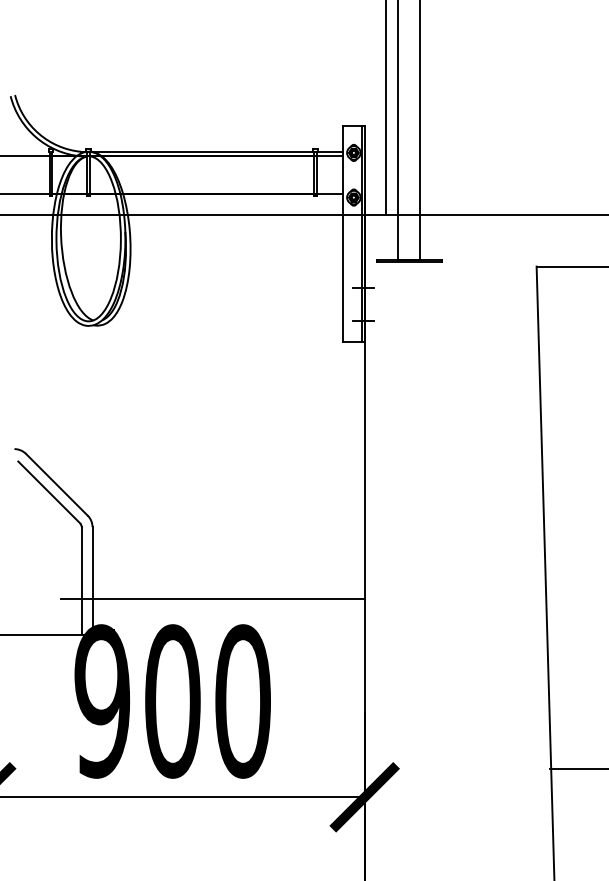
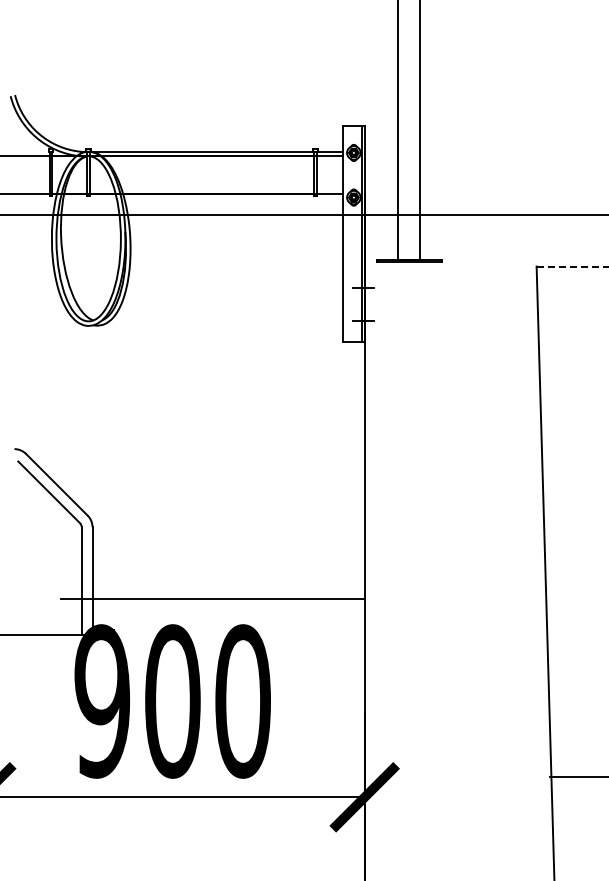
line at (386, 108): present -> none
line at (572, 266): solid -> dashed
line at (577, 769) position: (577, 769) -> (577, 777)
